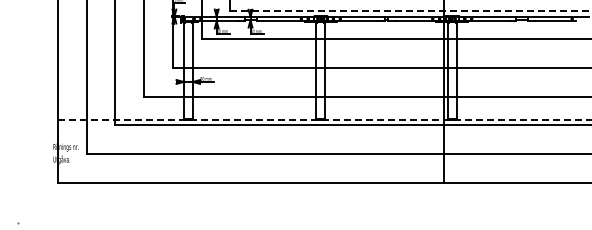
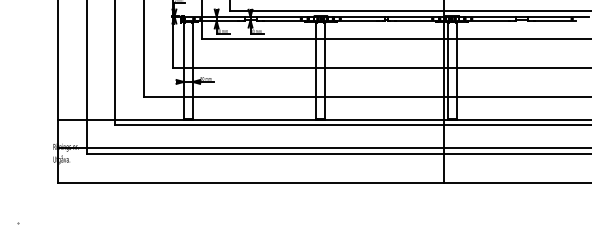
line at (411, 10): dashed -> solid
line at (324, 119): dashed -> solid
line at (322, 148): none -> present
